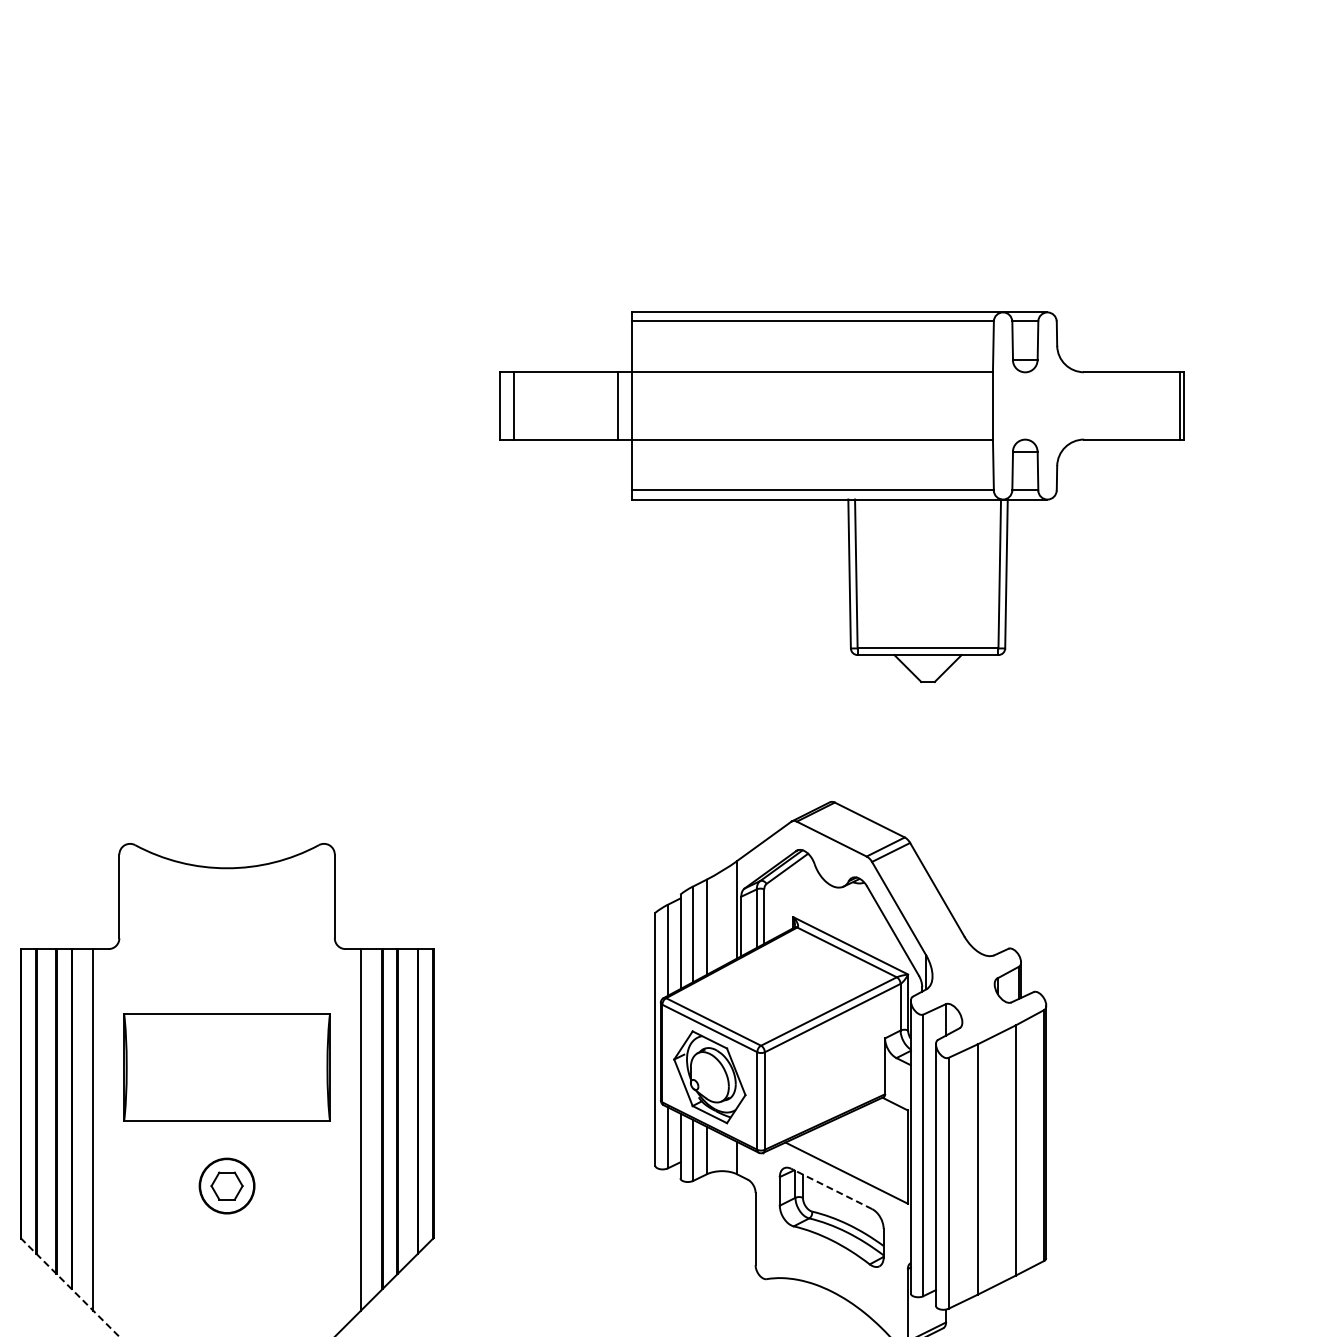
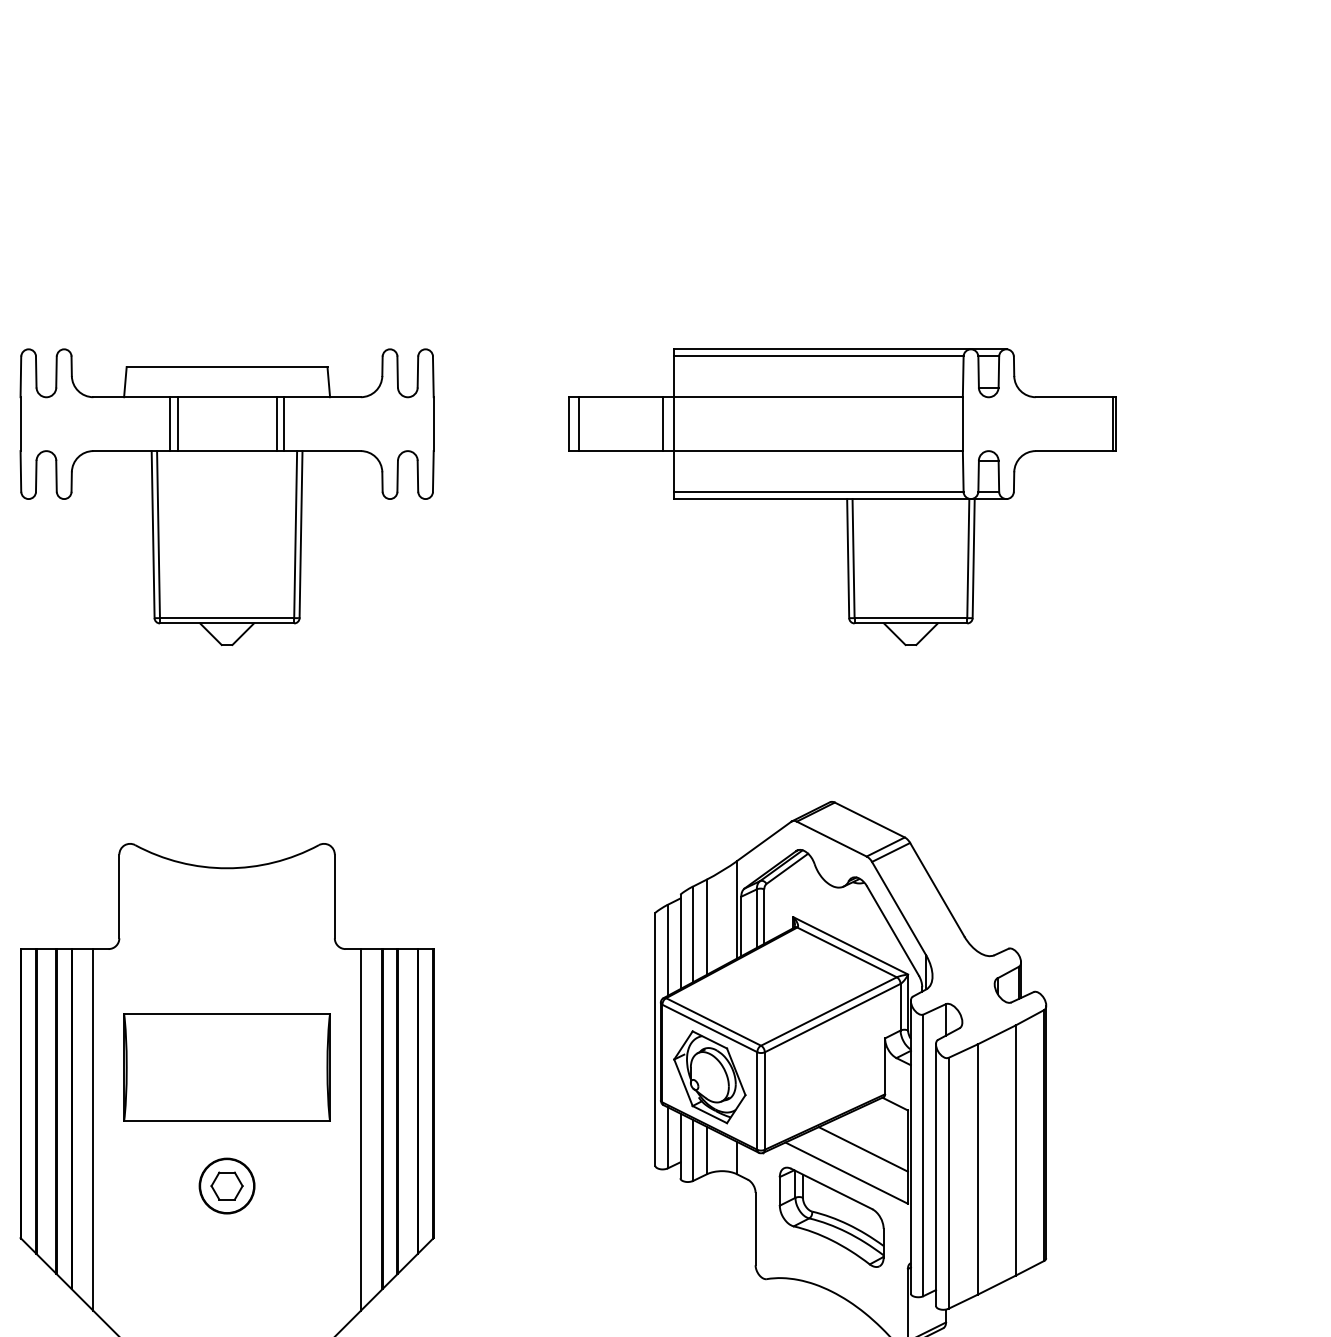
part at (226, 496): none -> present
part at (841, 496) size: 686x372 px -> 549x298 px
line at (862, 1149): none -> present
line at (831, 1188): dashed -> solid
line at (69, 1287): dashed -> solid
